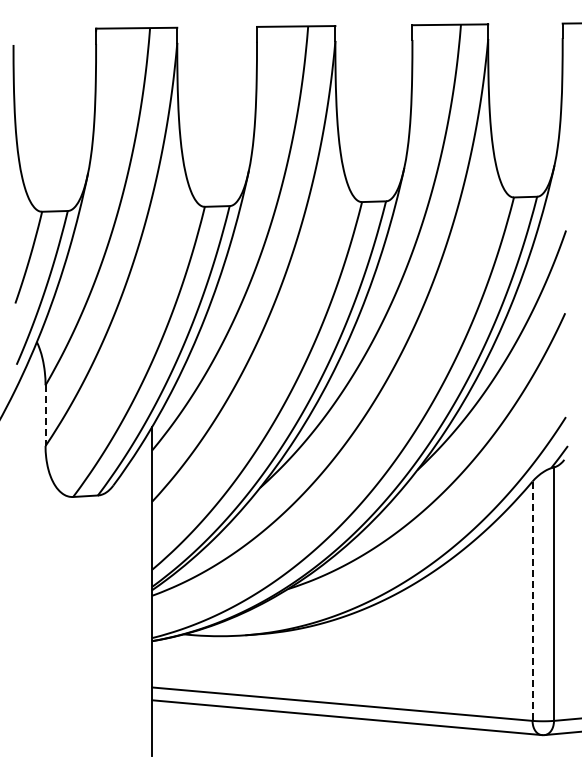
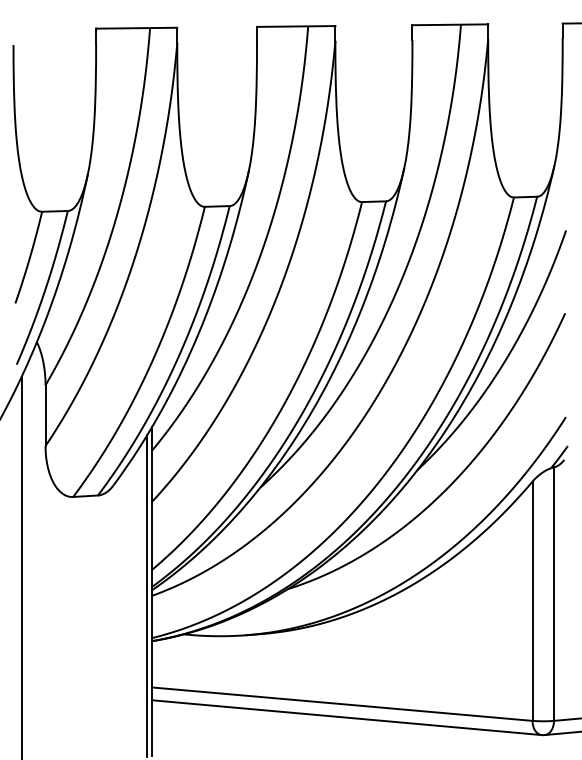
line at (45, 416): dashed -> solid
line at (21, 566): none -> present
line at (147, 595): none -> present
line at (532, 601): dashed -> solid
